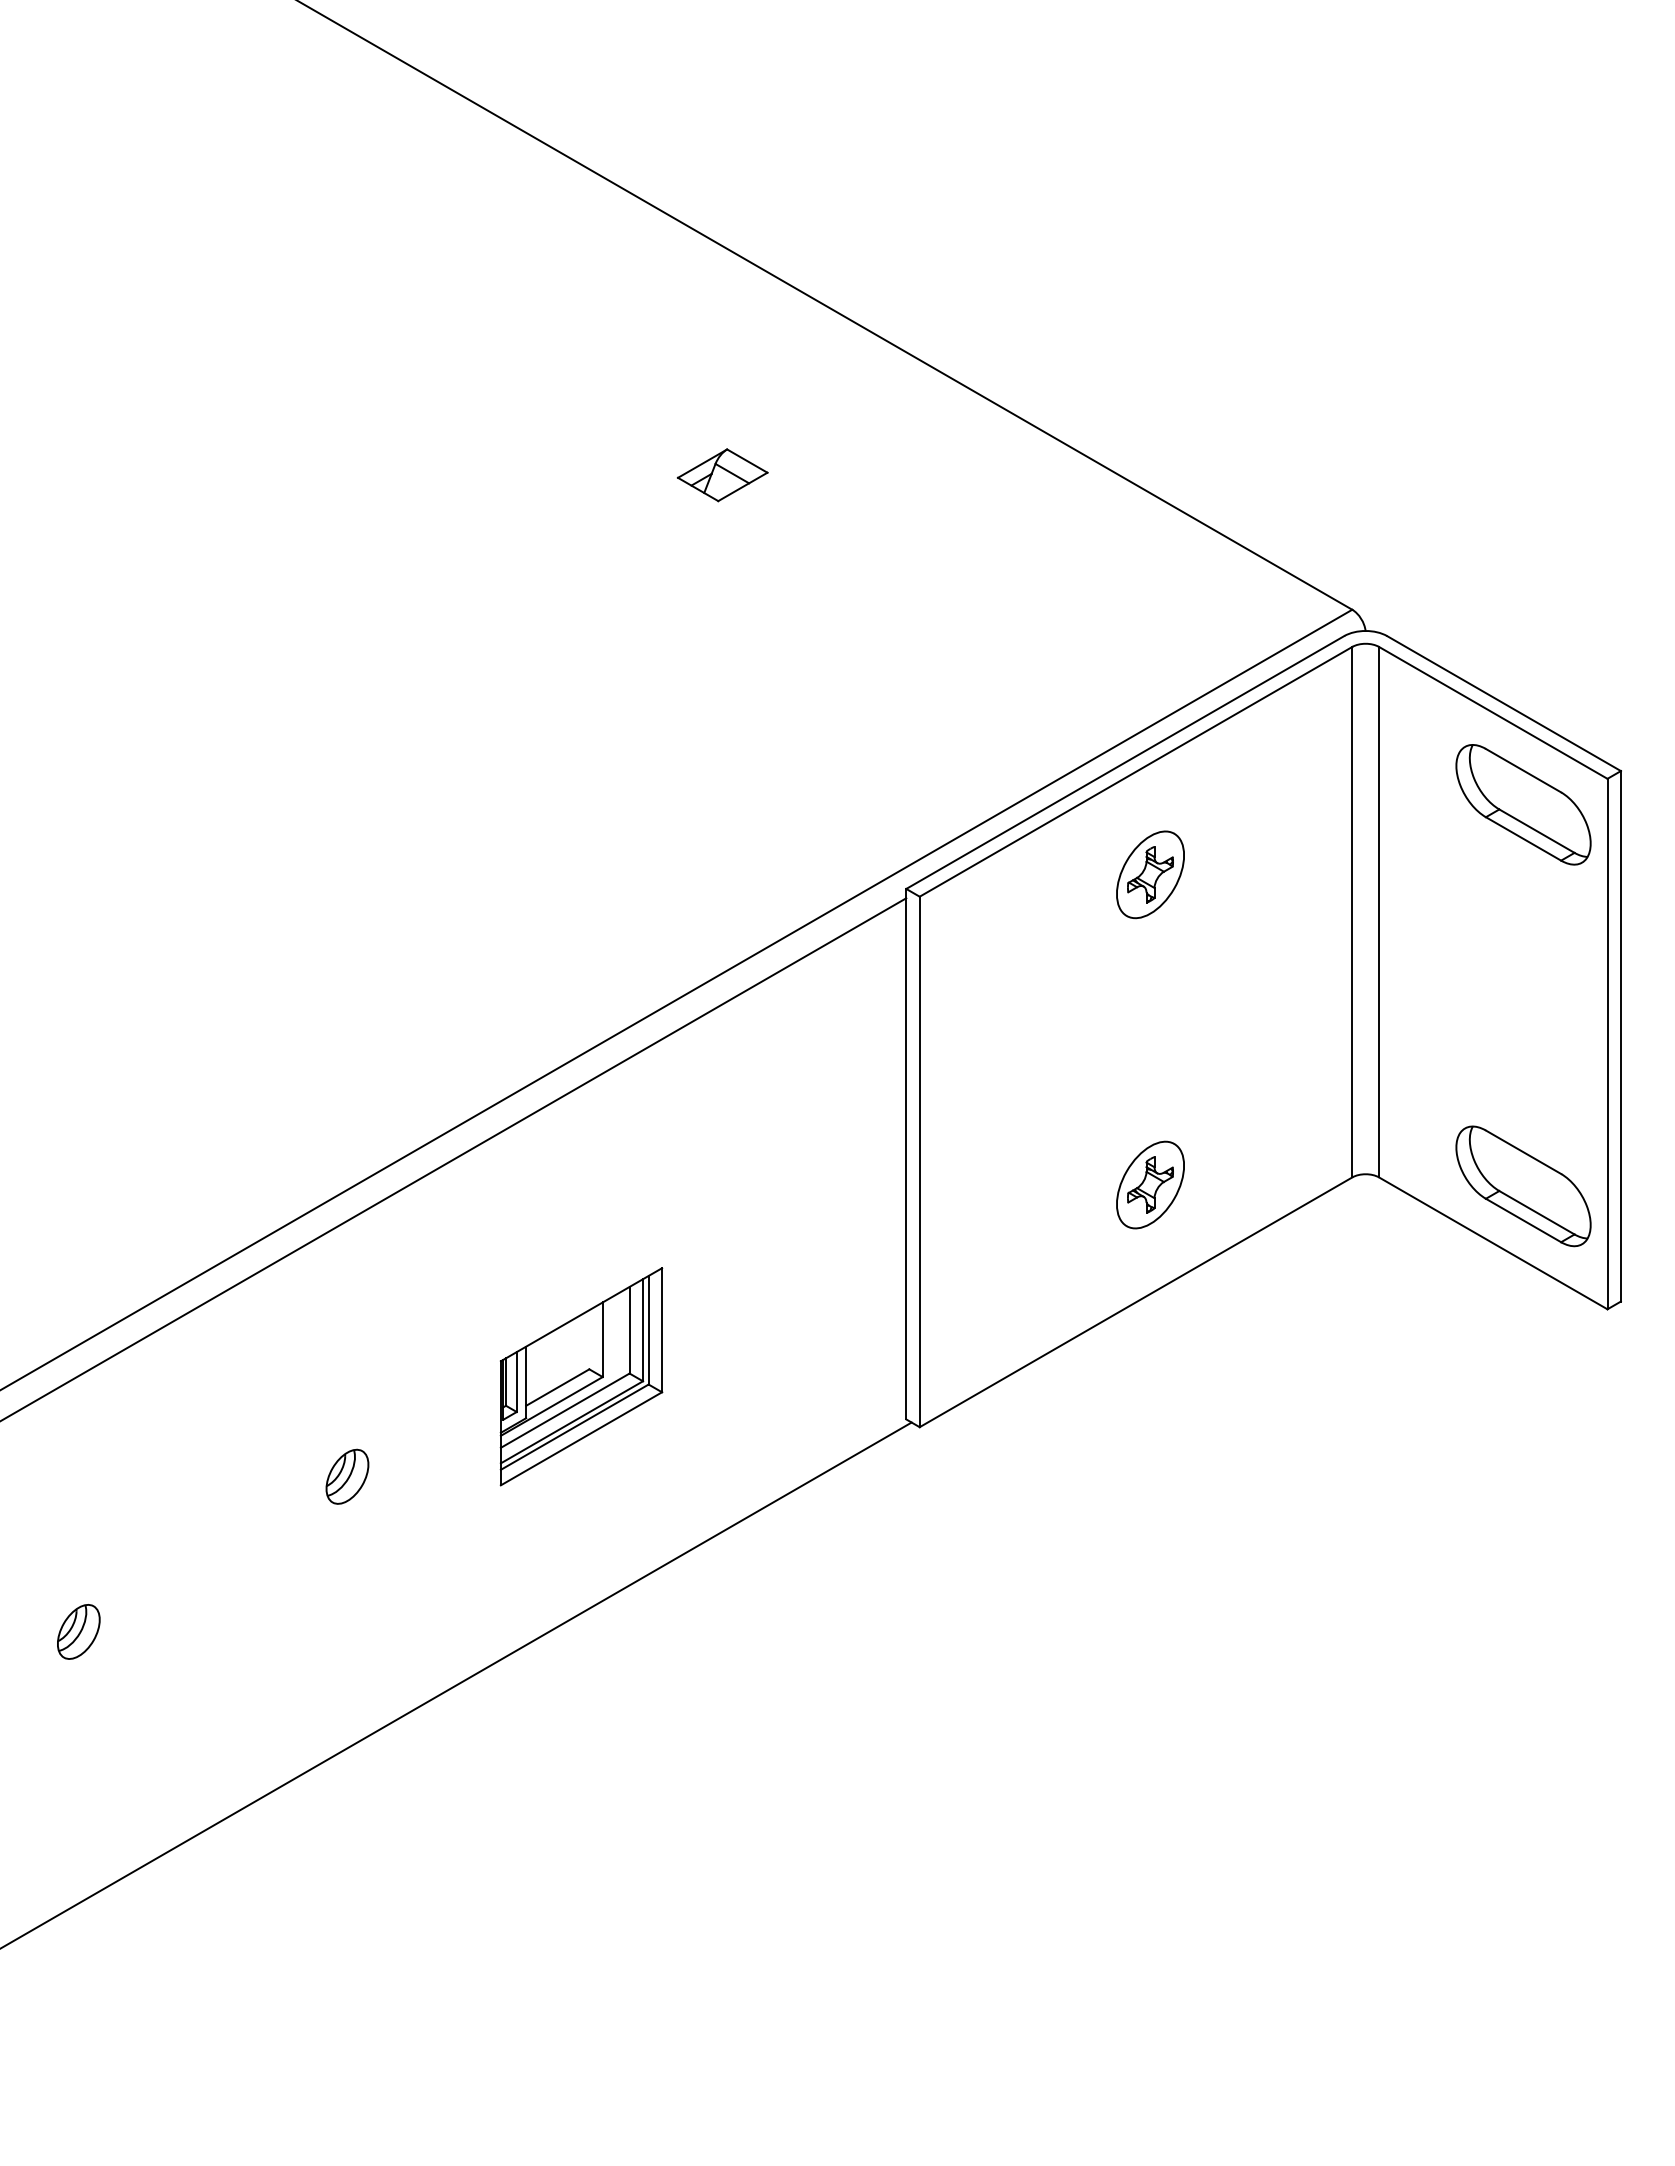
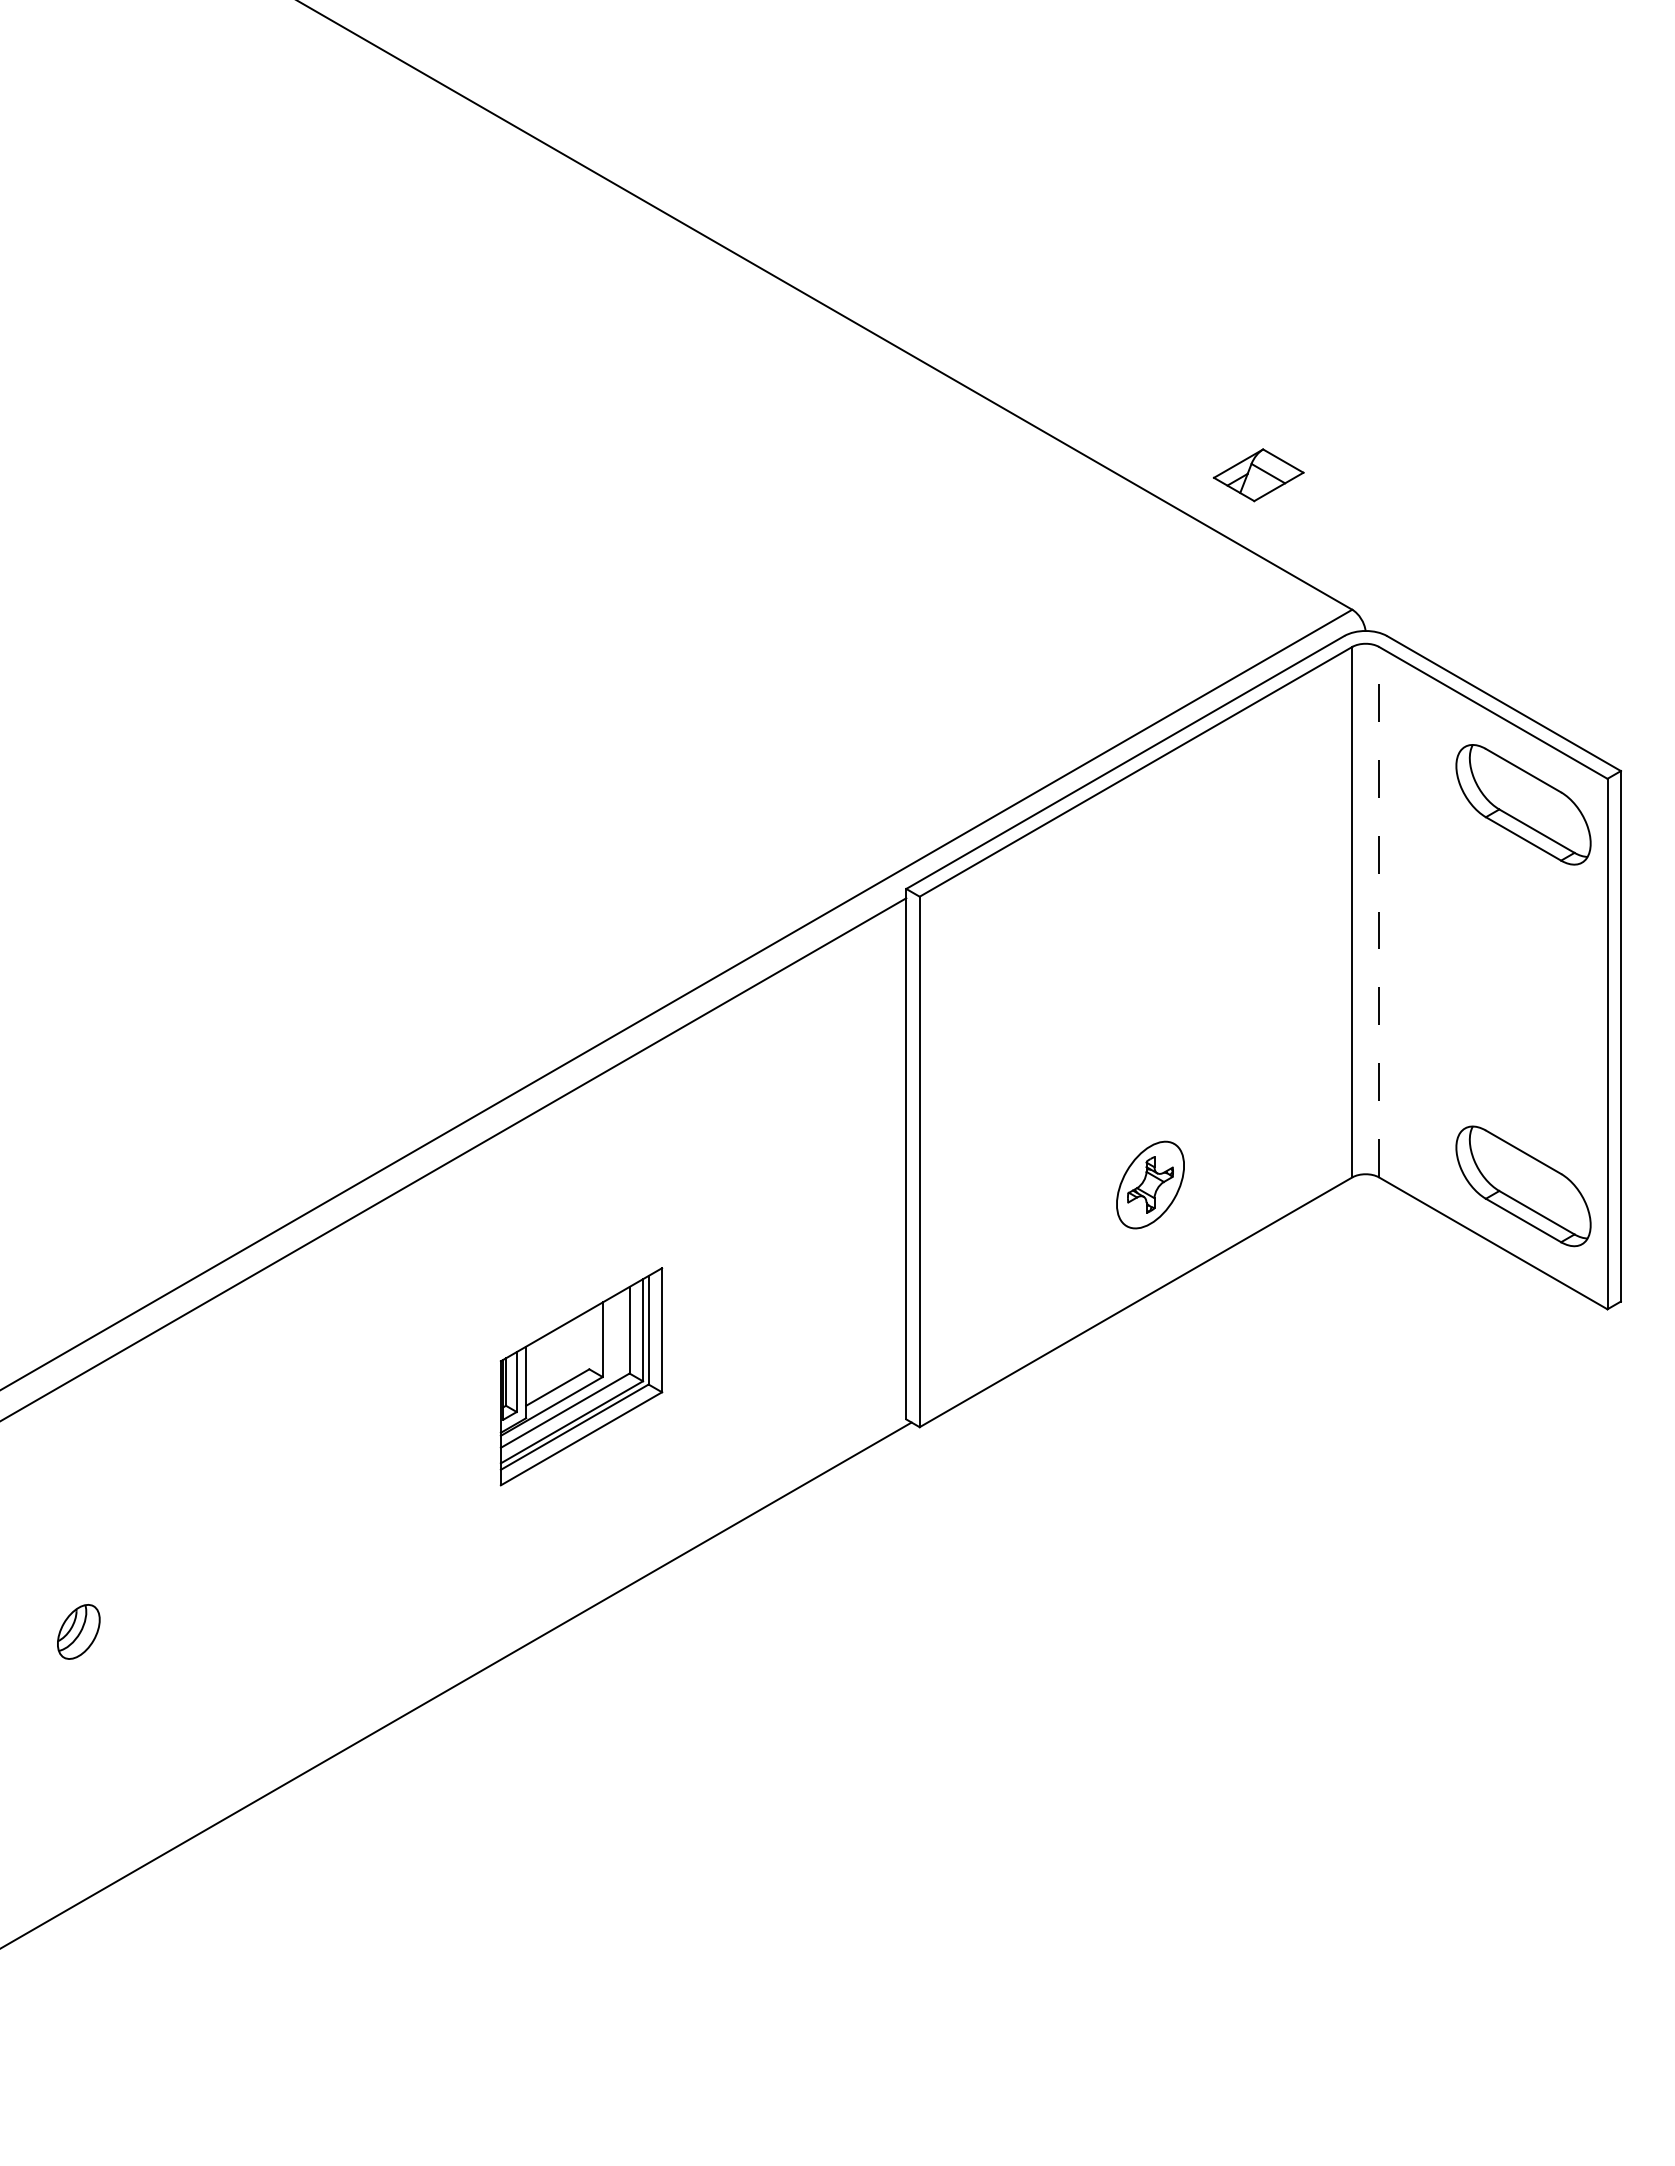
part at (722, 475) position: (722, 475) -> (1258, 475)
part at (1150, 874): present -> none
line at (1379, 911): solid -> dashed
part at (347, 1476): present -> none
